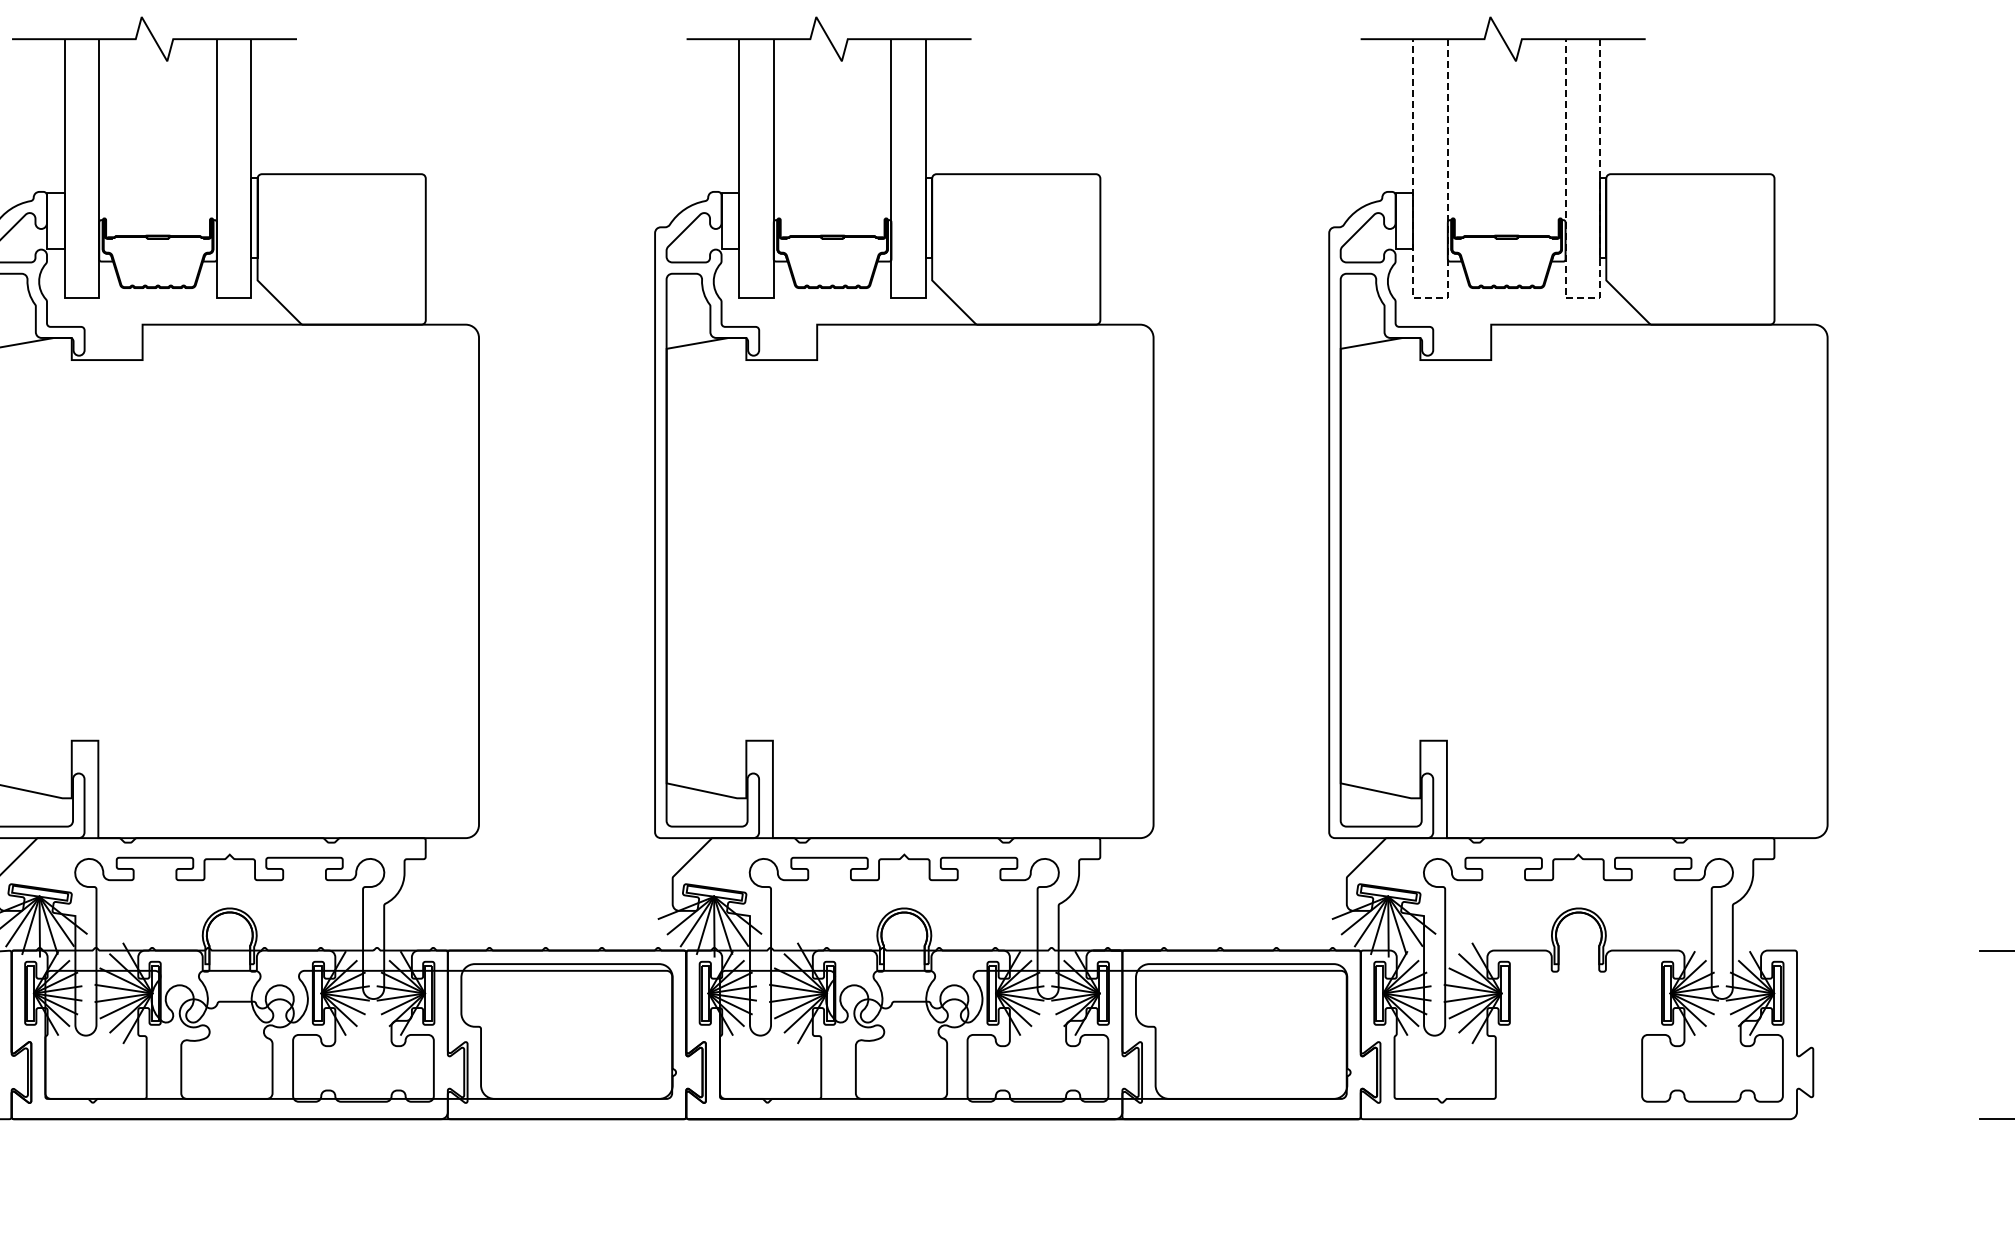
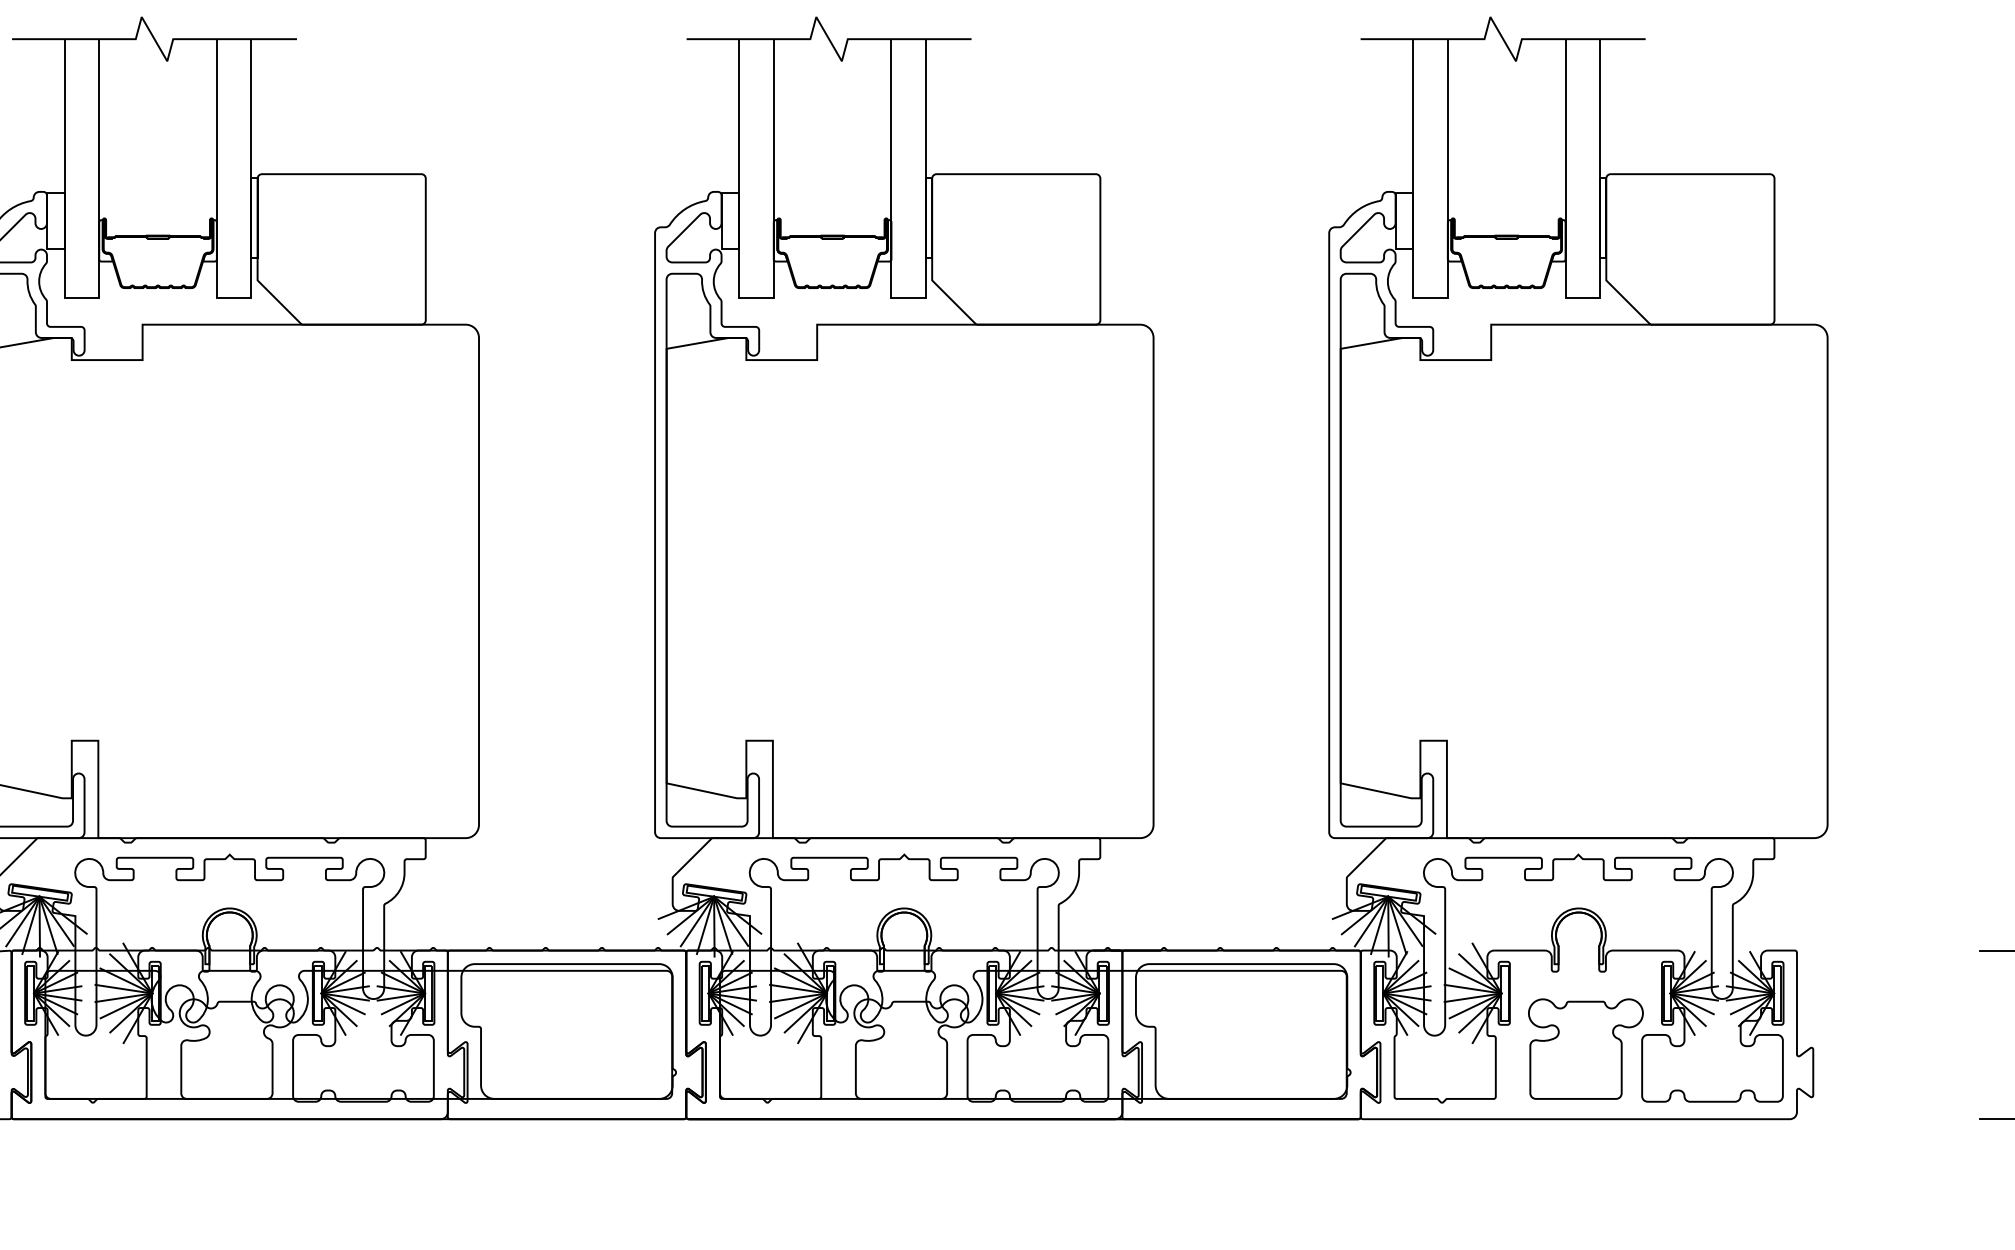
line at (1430, 298): dashed -> solid
line at (1582, 298): dashed -> solid
part at (1585, 1048): none -> present
